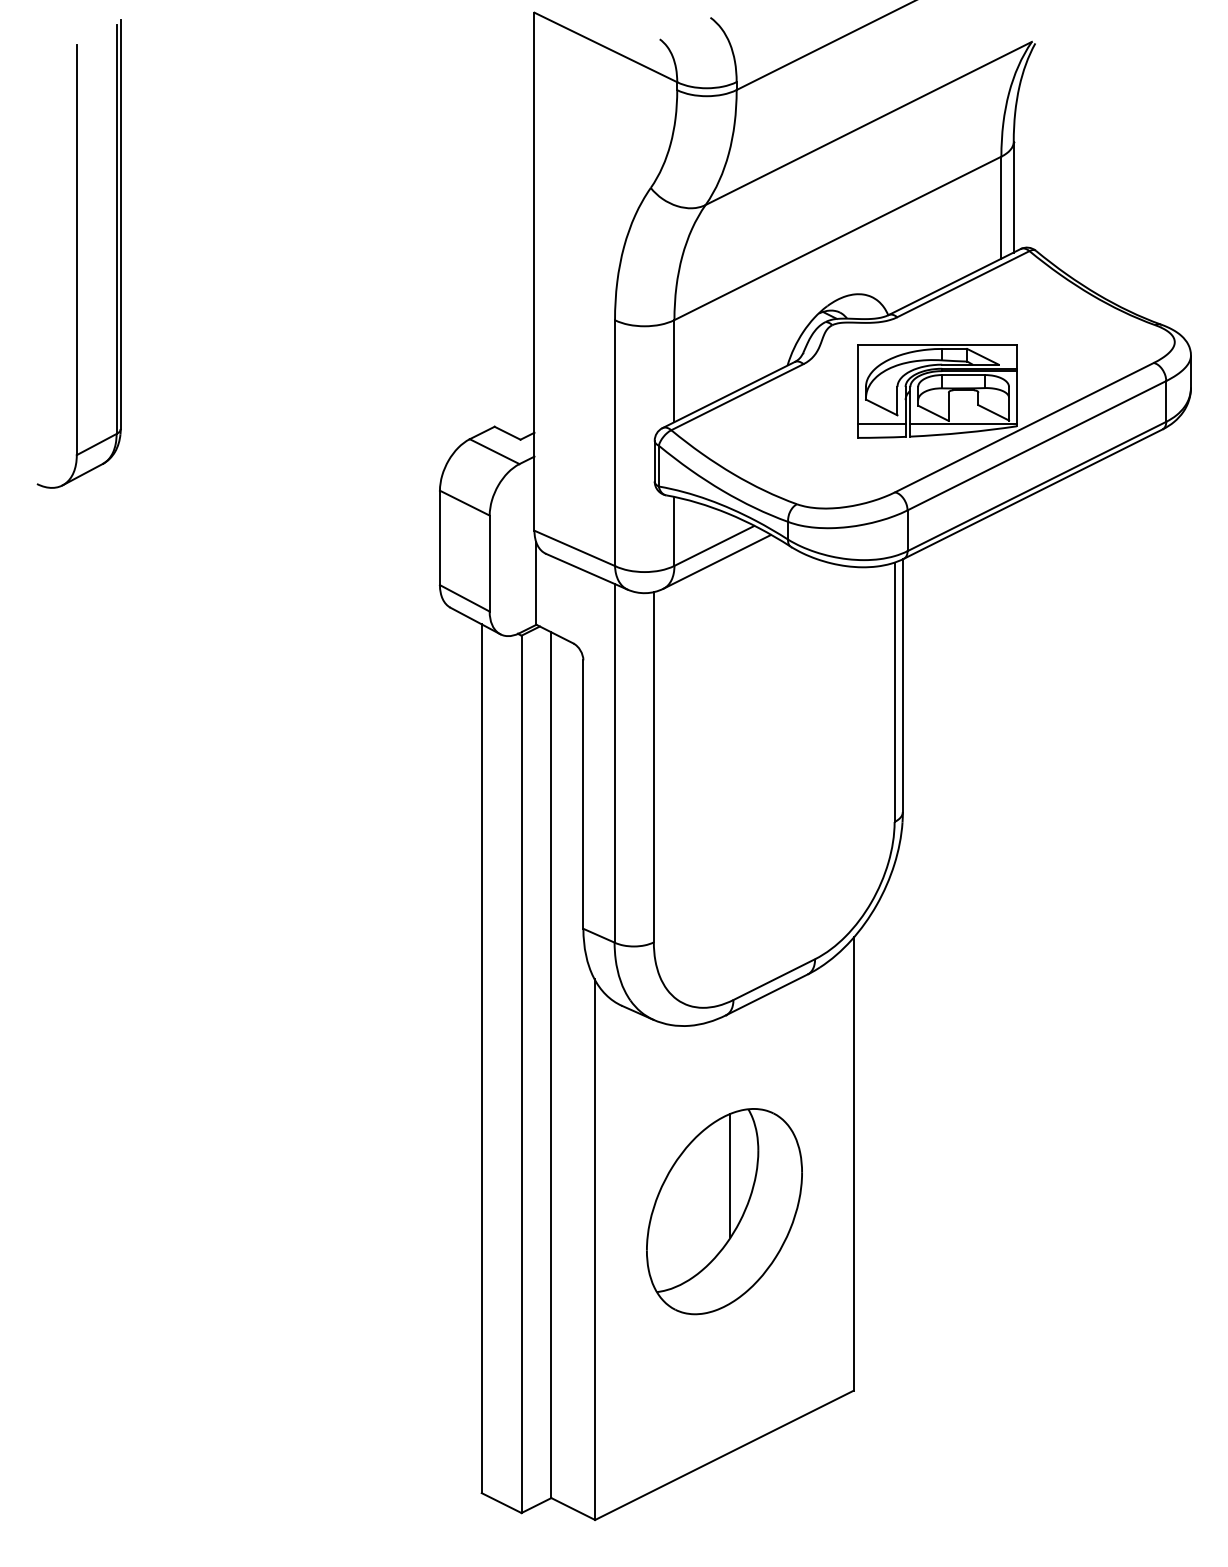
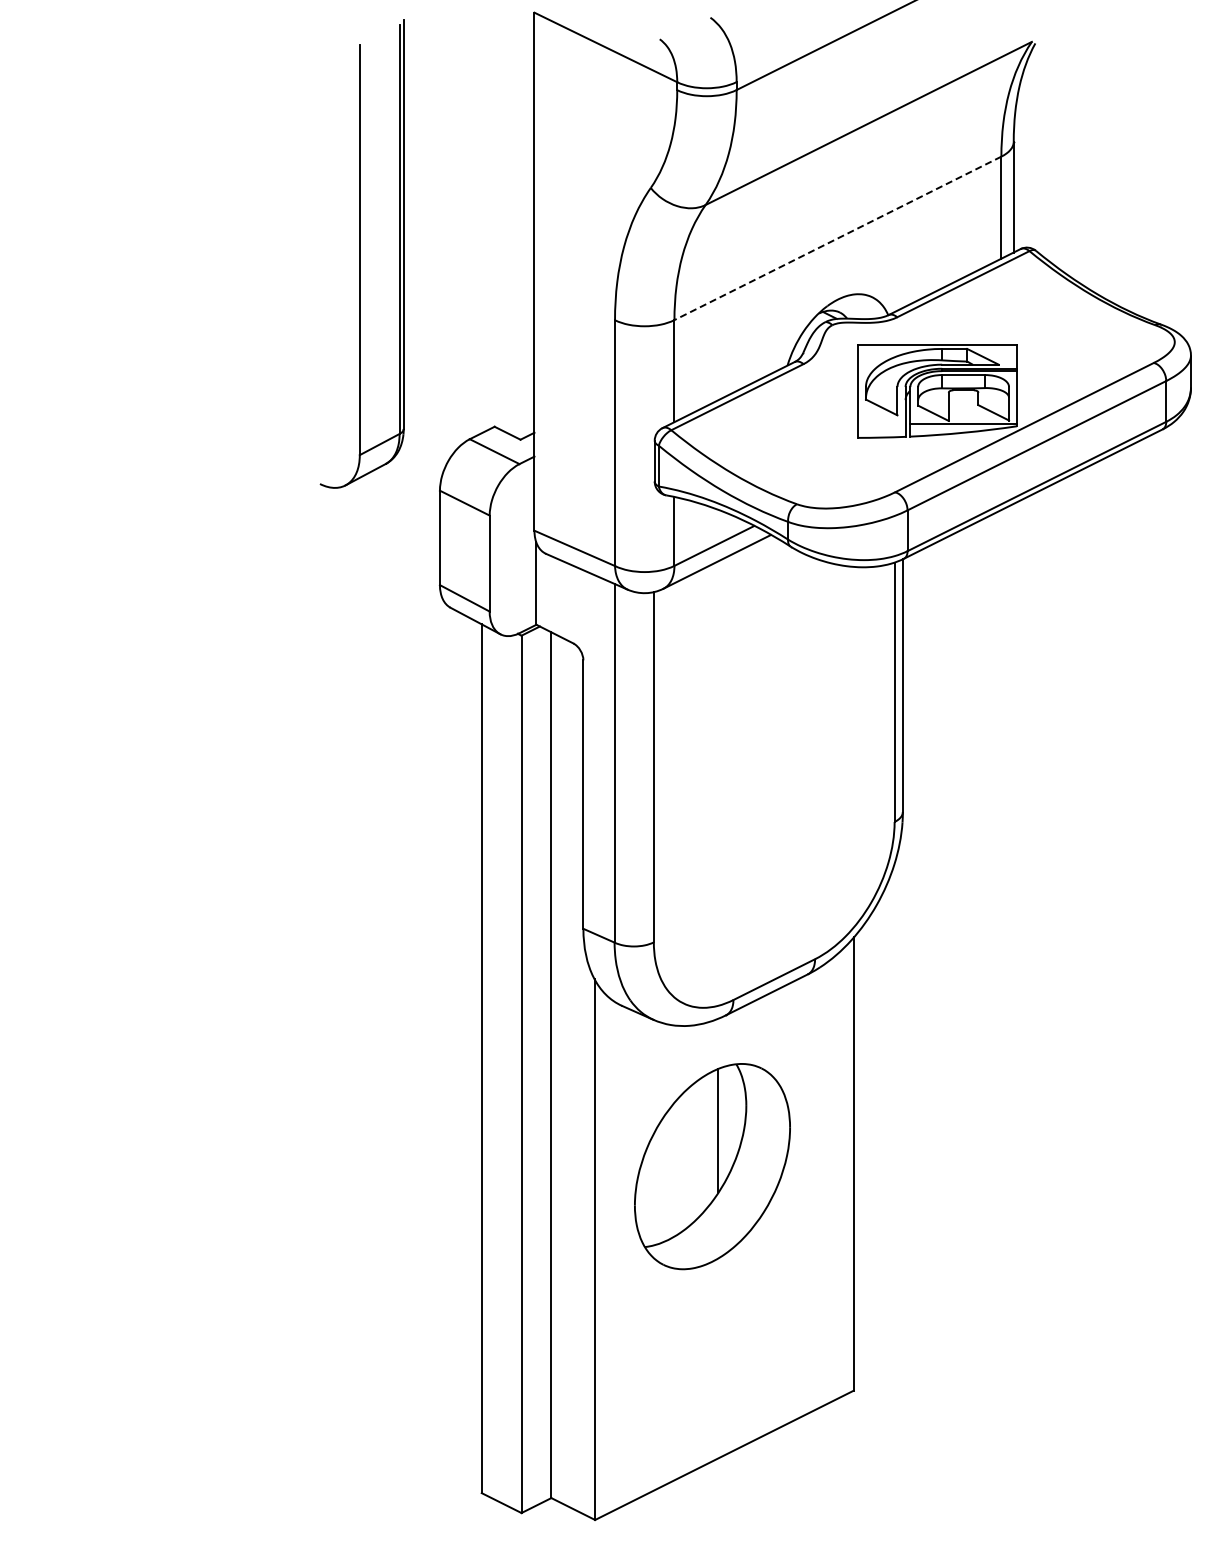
line at (837, 238): solid -> dashed
part at (78, 253) position: (78, 253) -> (361, 253)
line at (881, 424): present -> none
part at (724, 1211) position: (724, 1211) -> (712, 1166)
